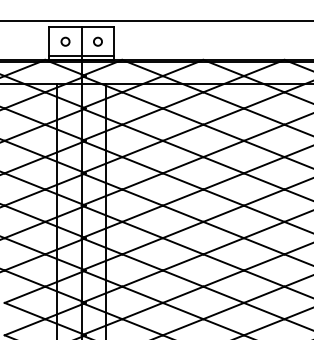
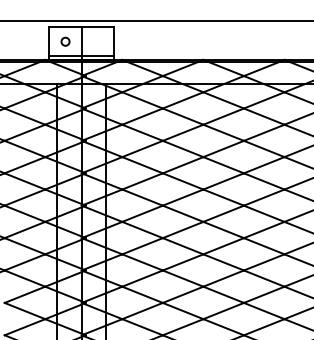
circle at (97, 41): present -> none
